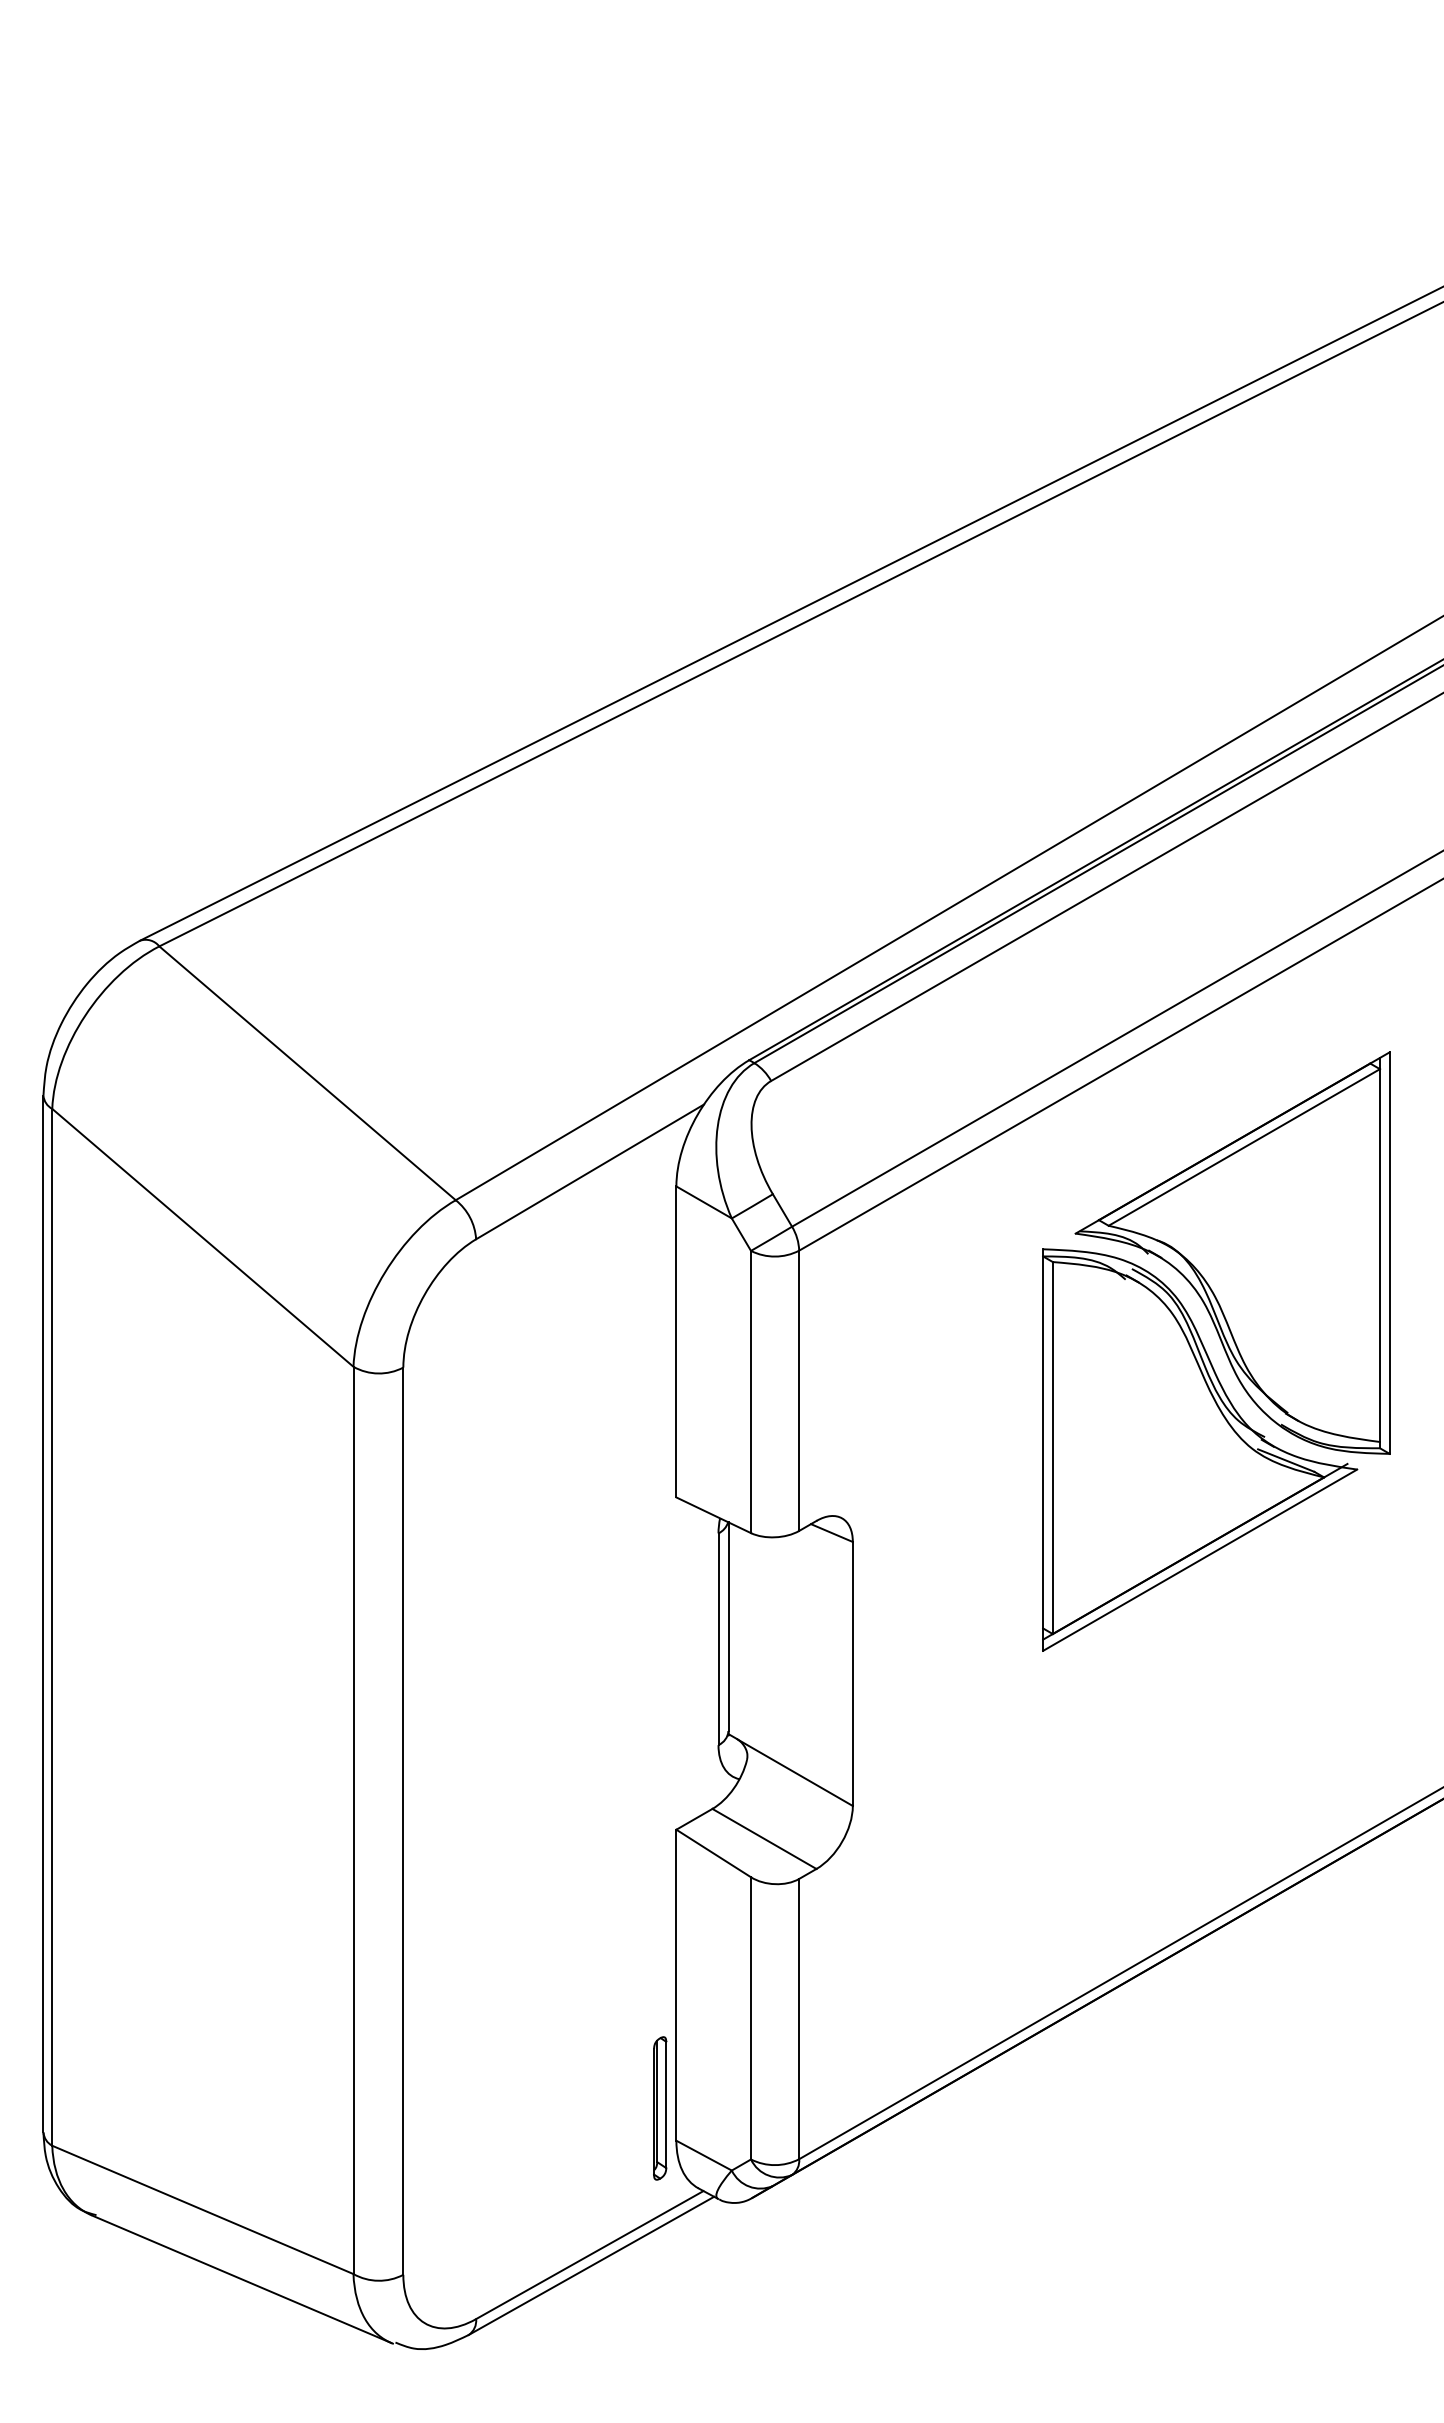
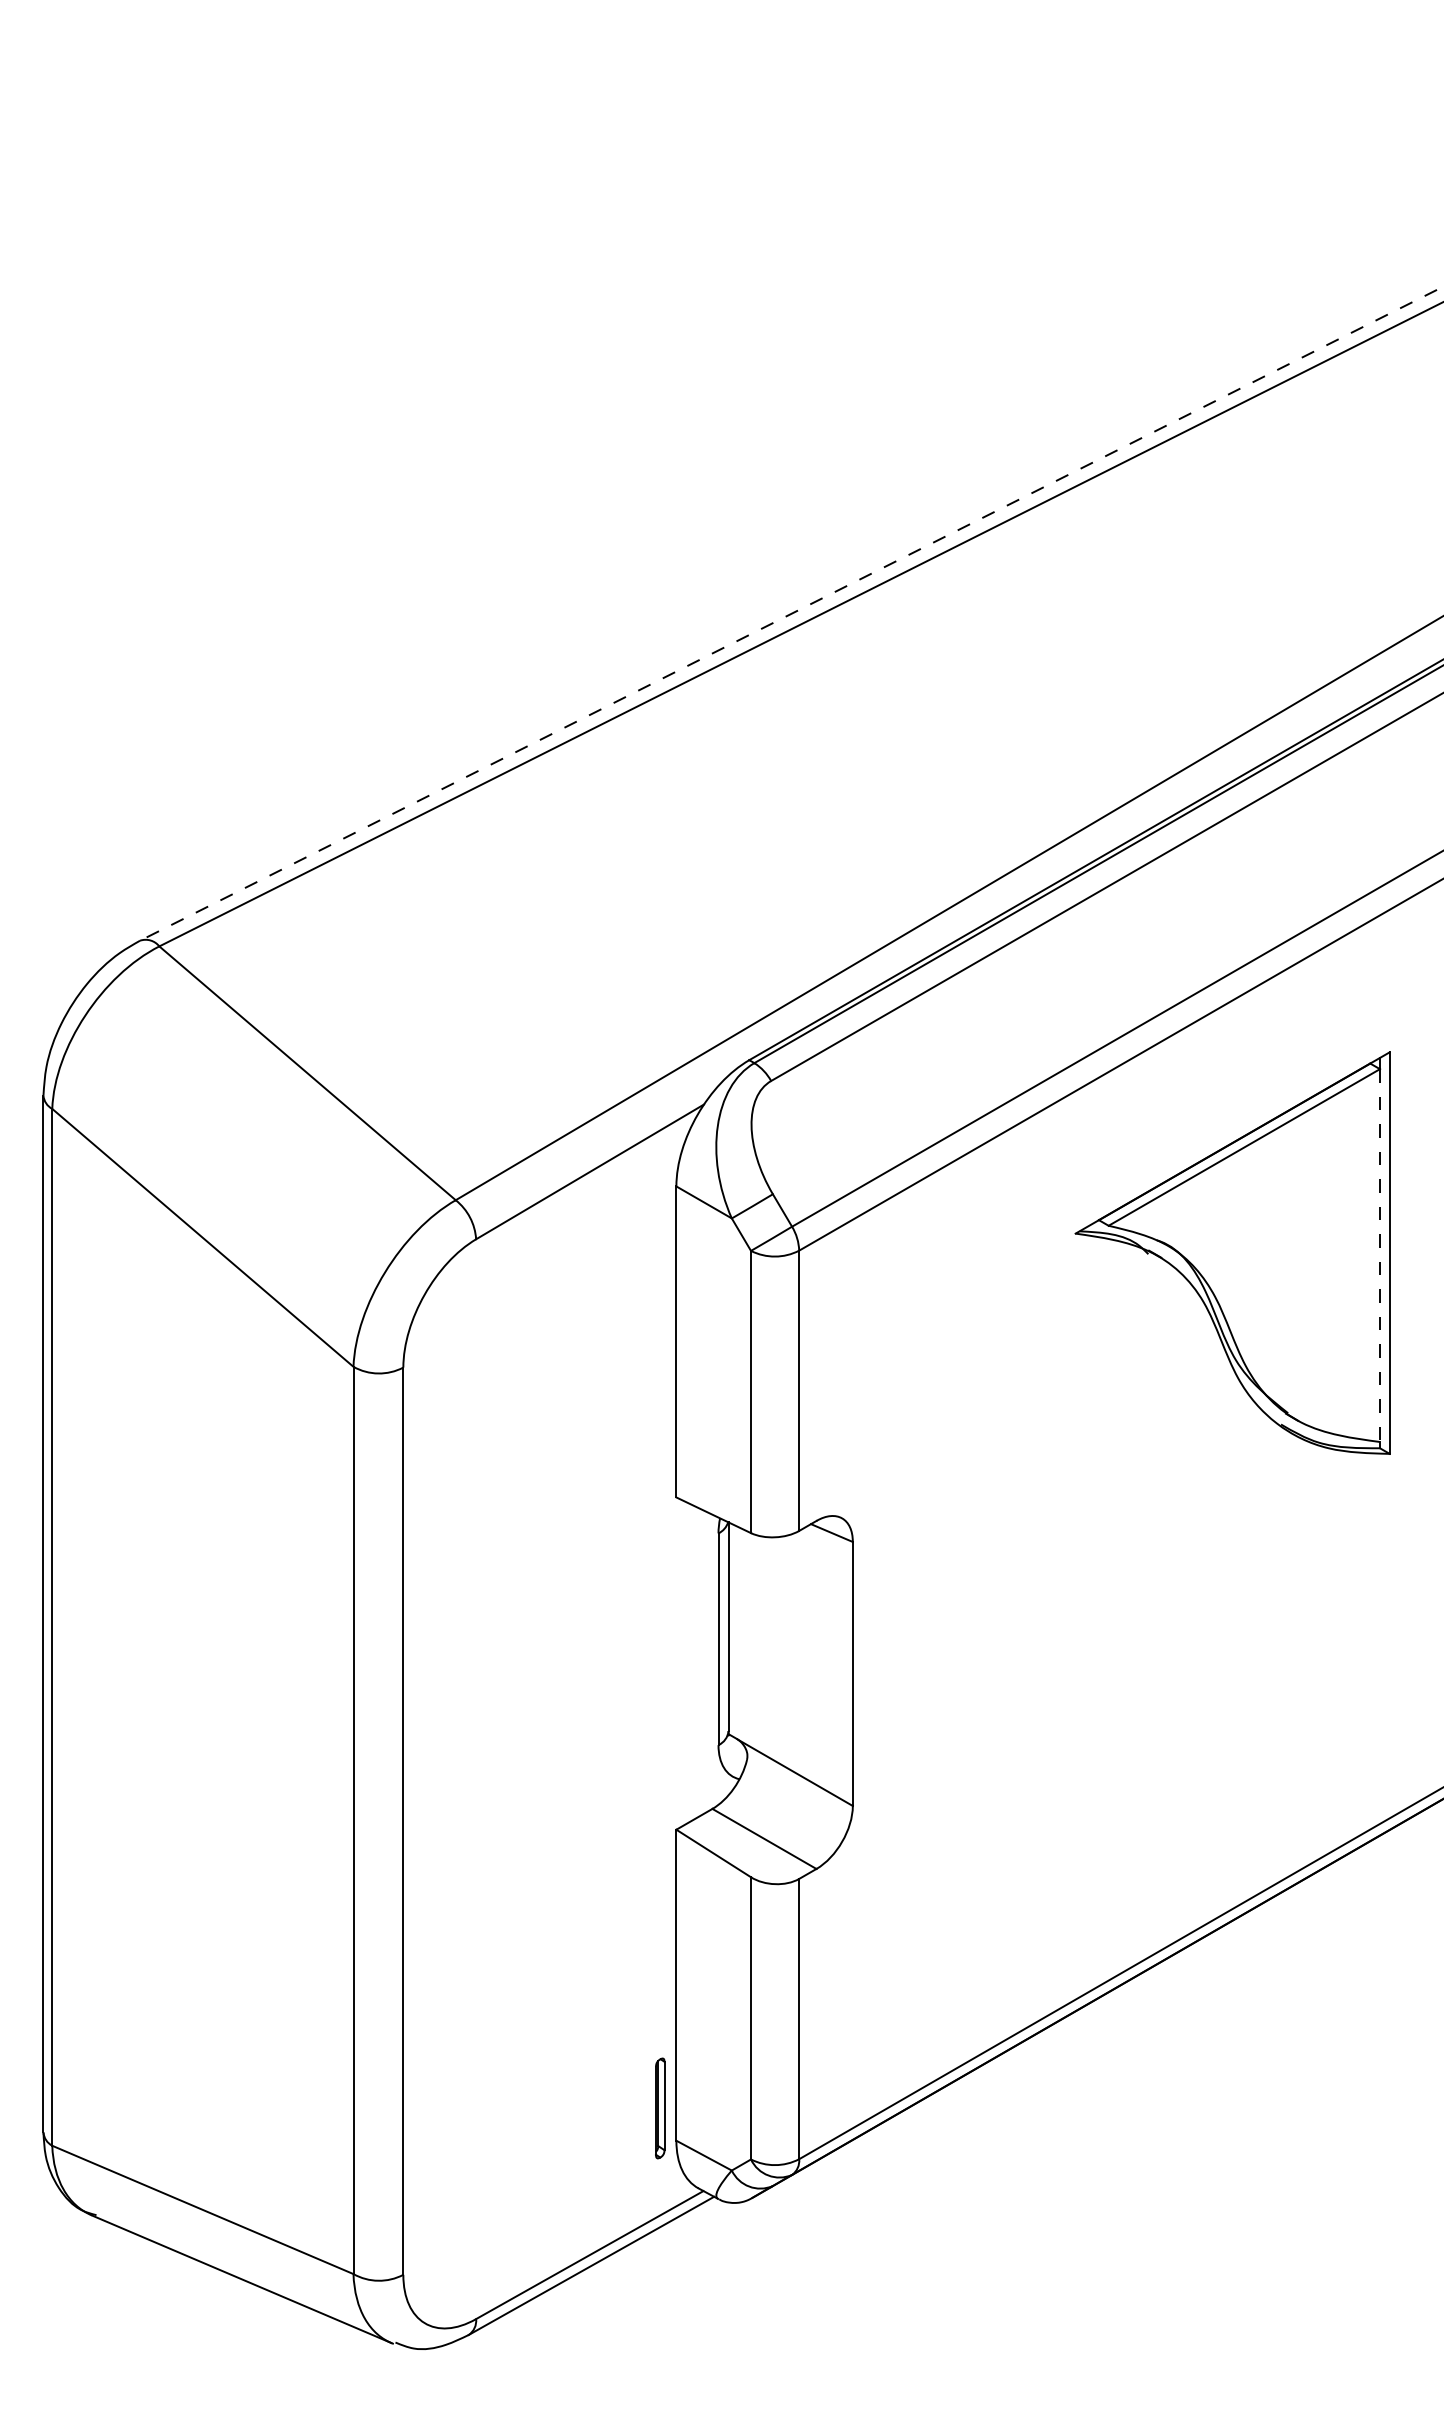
line at (791, 613): solid -> dashed
line at (1379, 1256): solid -> dashed
part at (1200, 1449): present -> none
part at (660, 2108) size: 15x145 px -> 11x103 px
